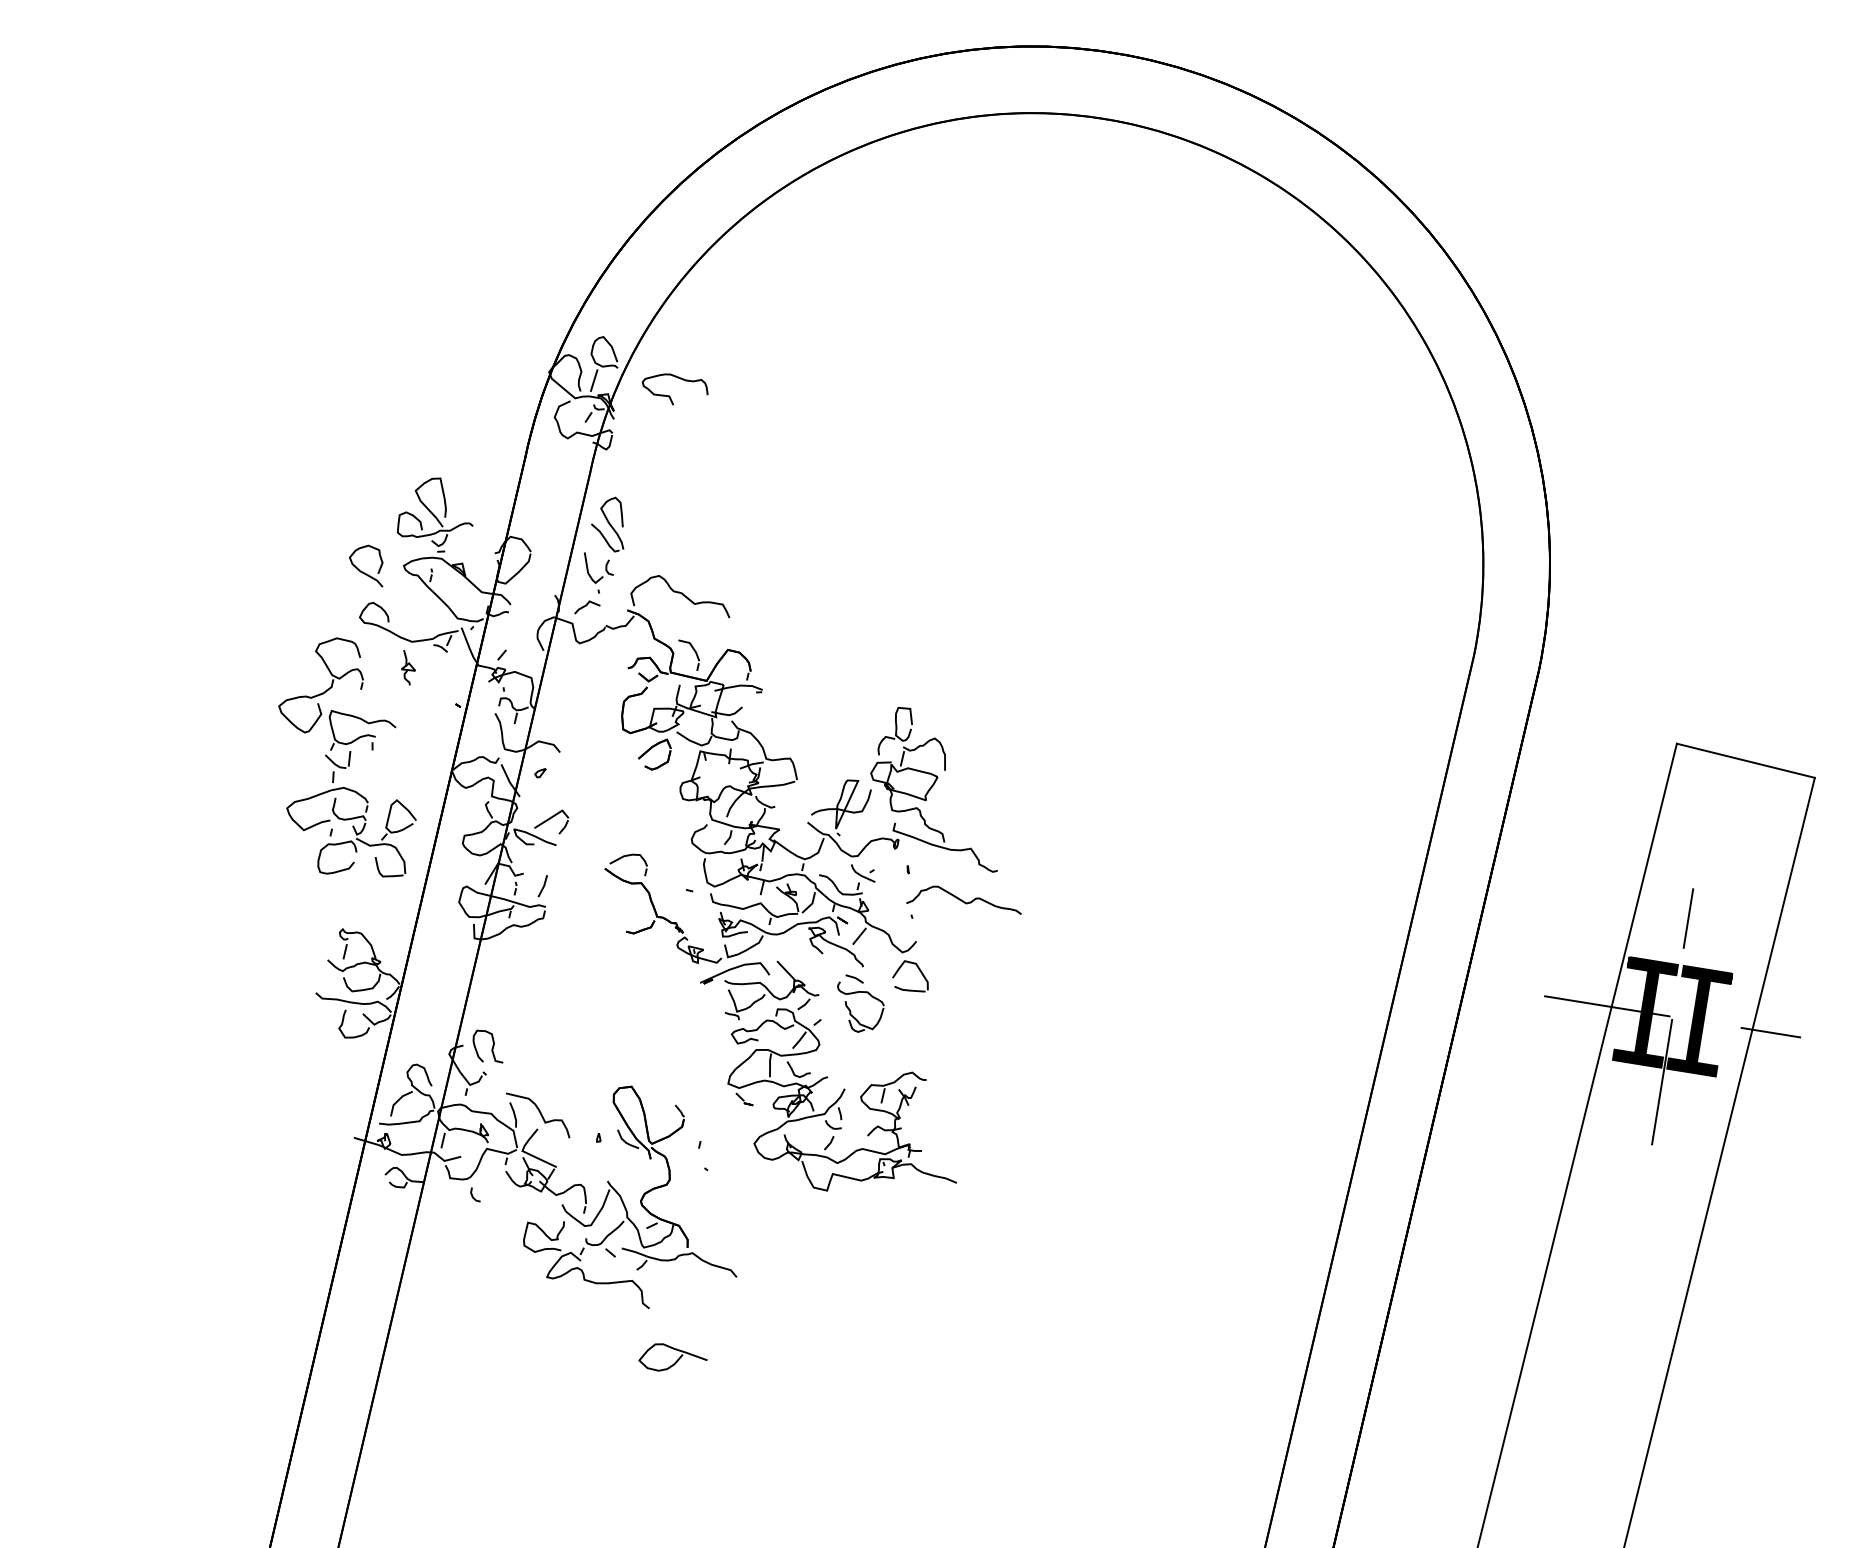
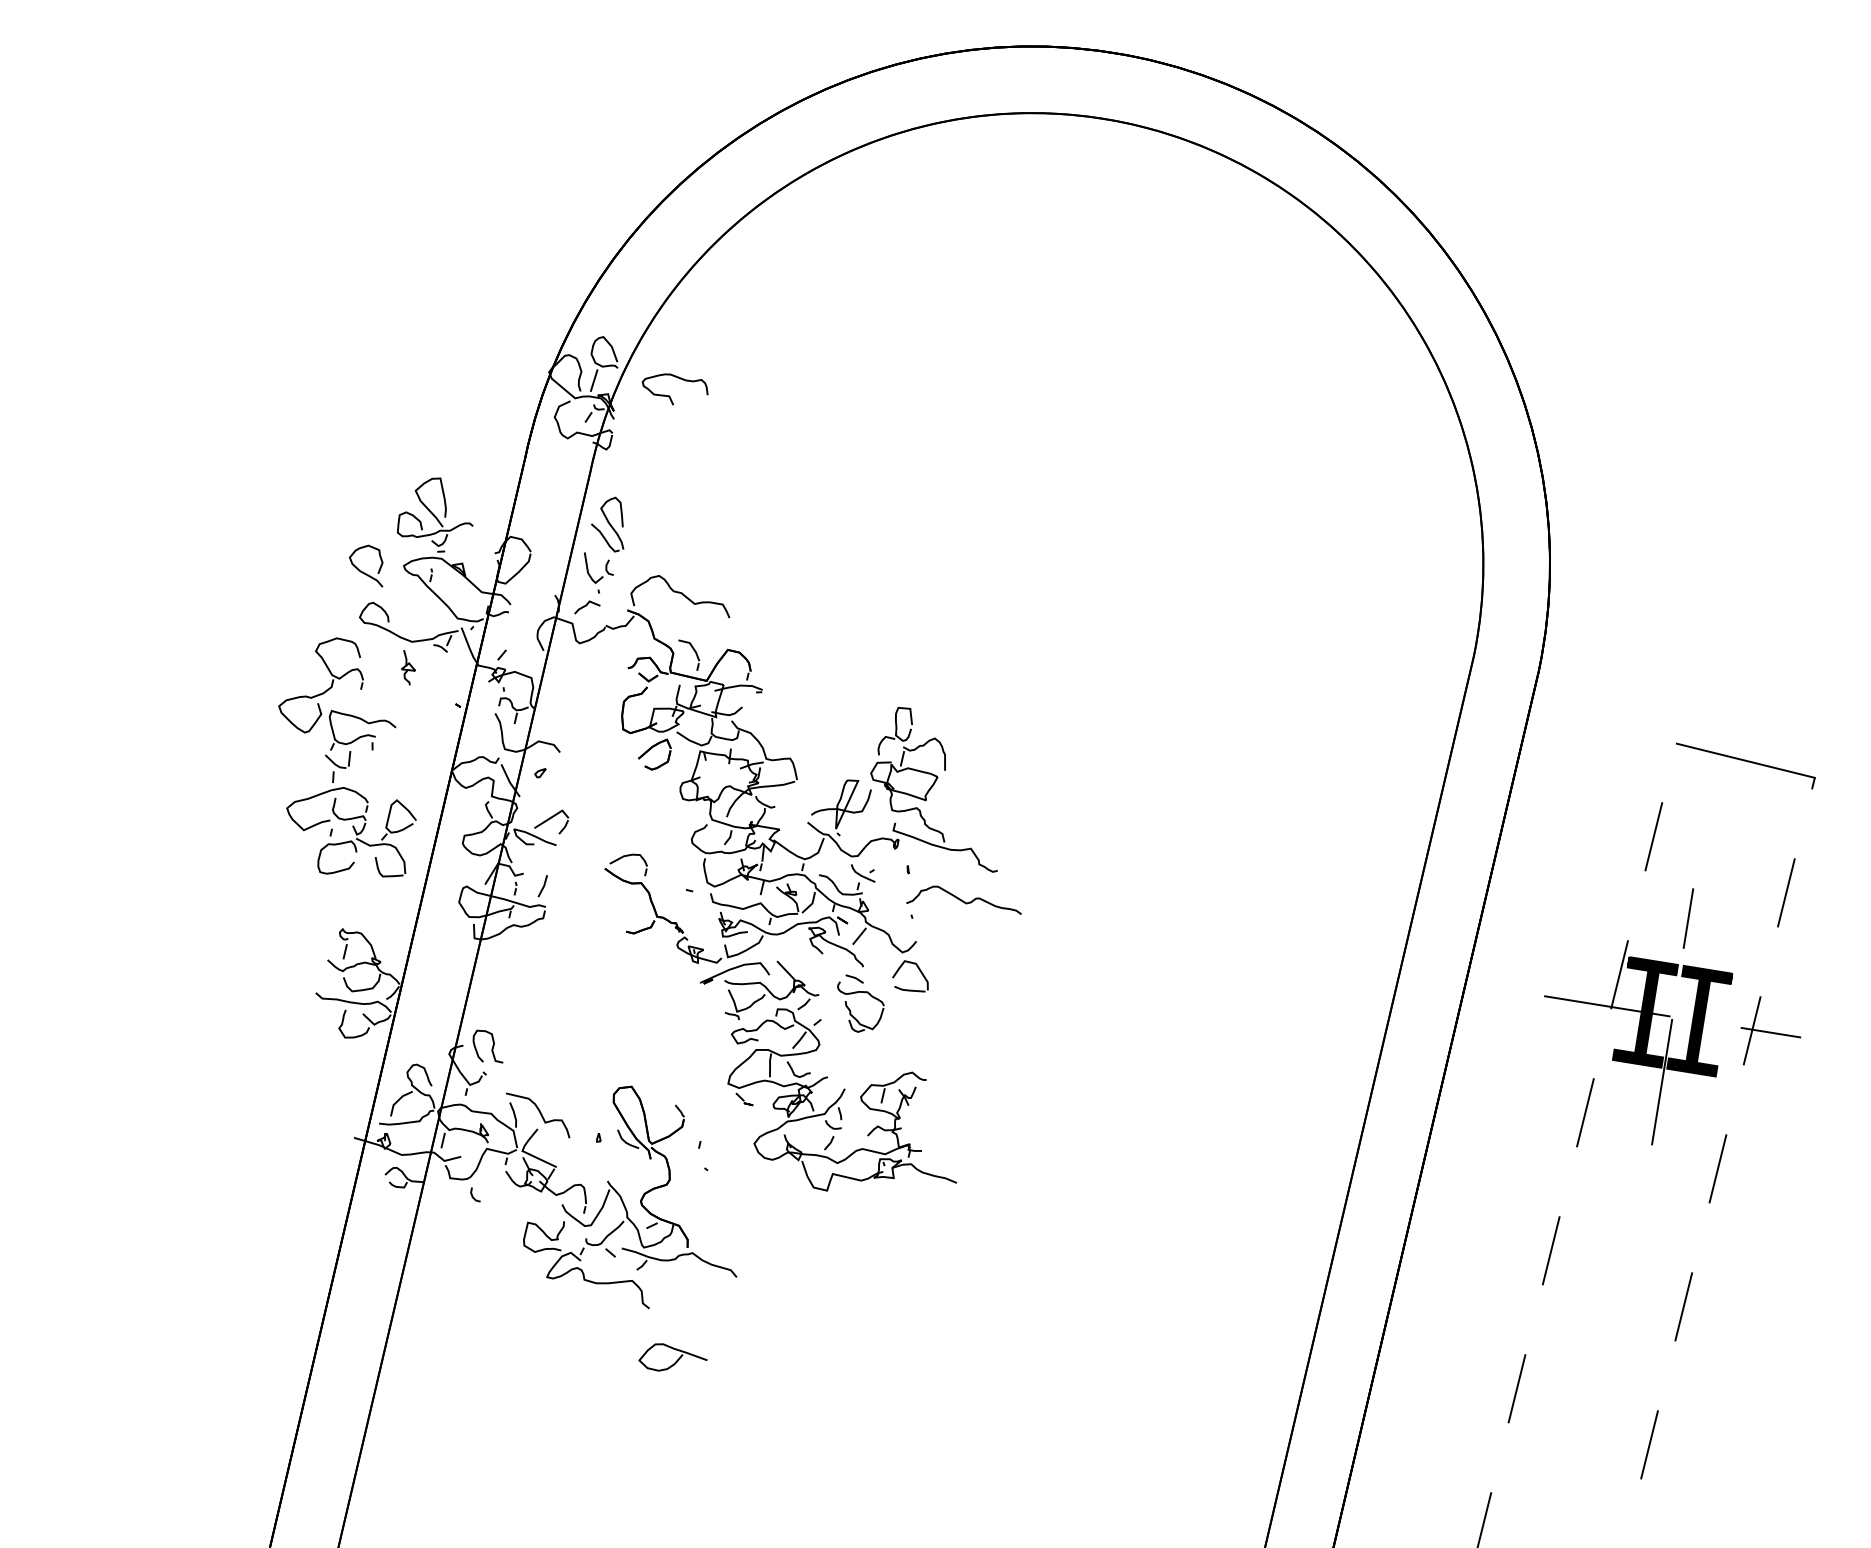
line at (1577, 1145): solid -> dashed
line at (1719, 1162): solid -> dashed
